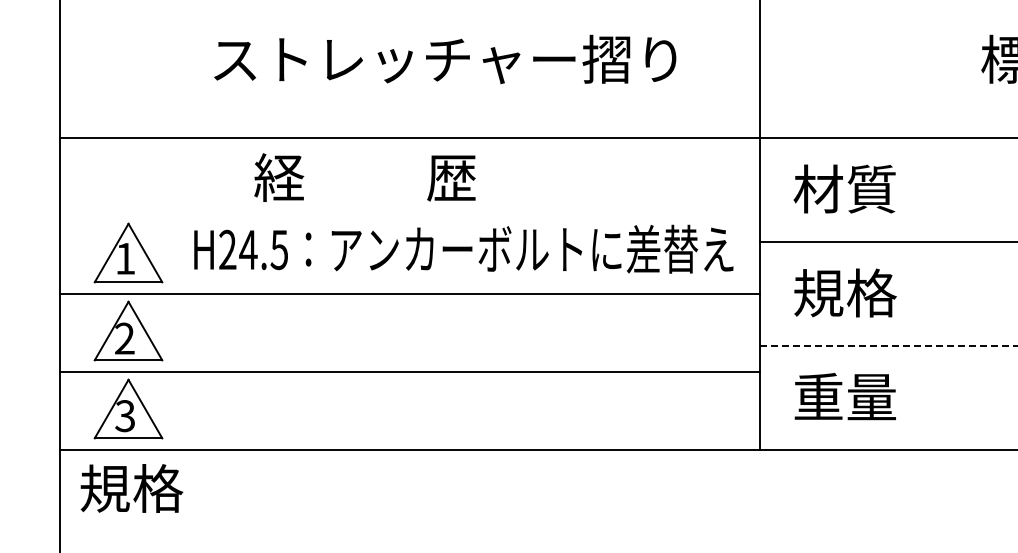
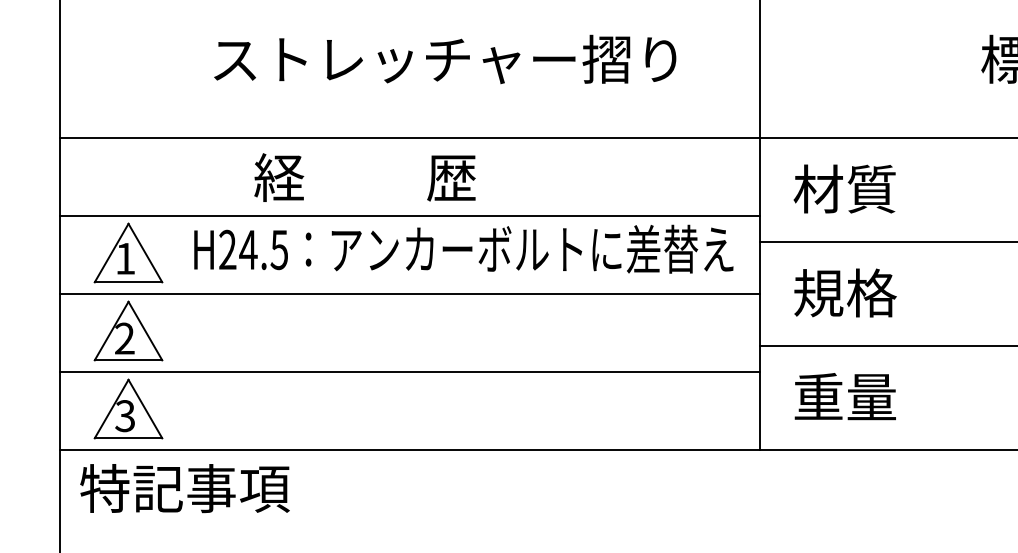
line at (410, 216): none -> present
line at (889, 346): dashed -> solid
text at (184, 488): 規格 -> 特記事項
